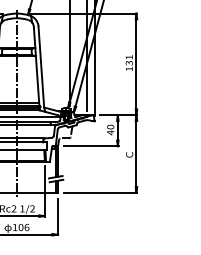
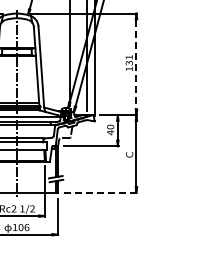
line at (136, 64): solid -> dashed
line at (100, 192): solid -> dashed
